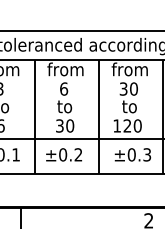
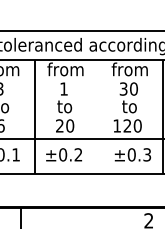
text at (64, 88): 6 -> 1
line at (99, 116): present -> none
text at (59, 125): 30 -> 20
